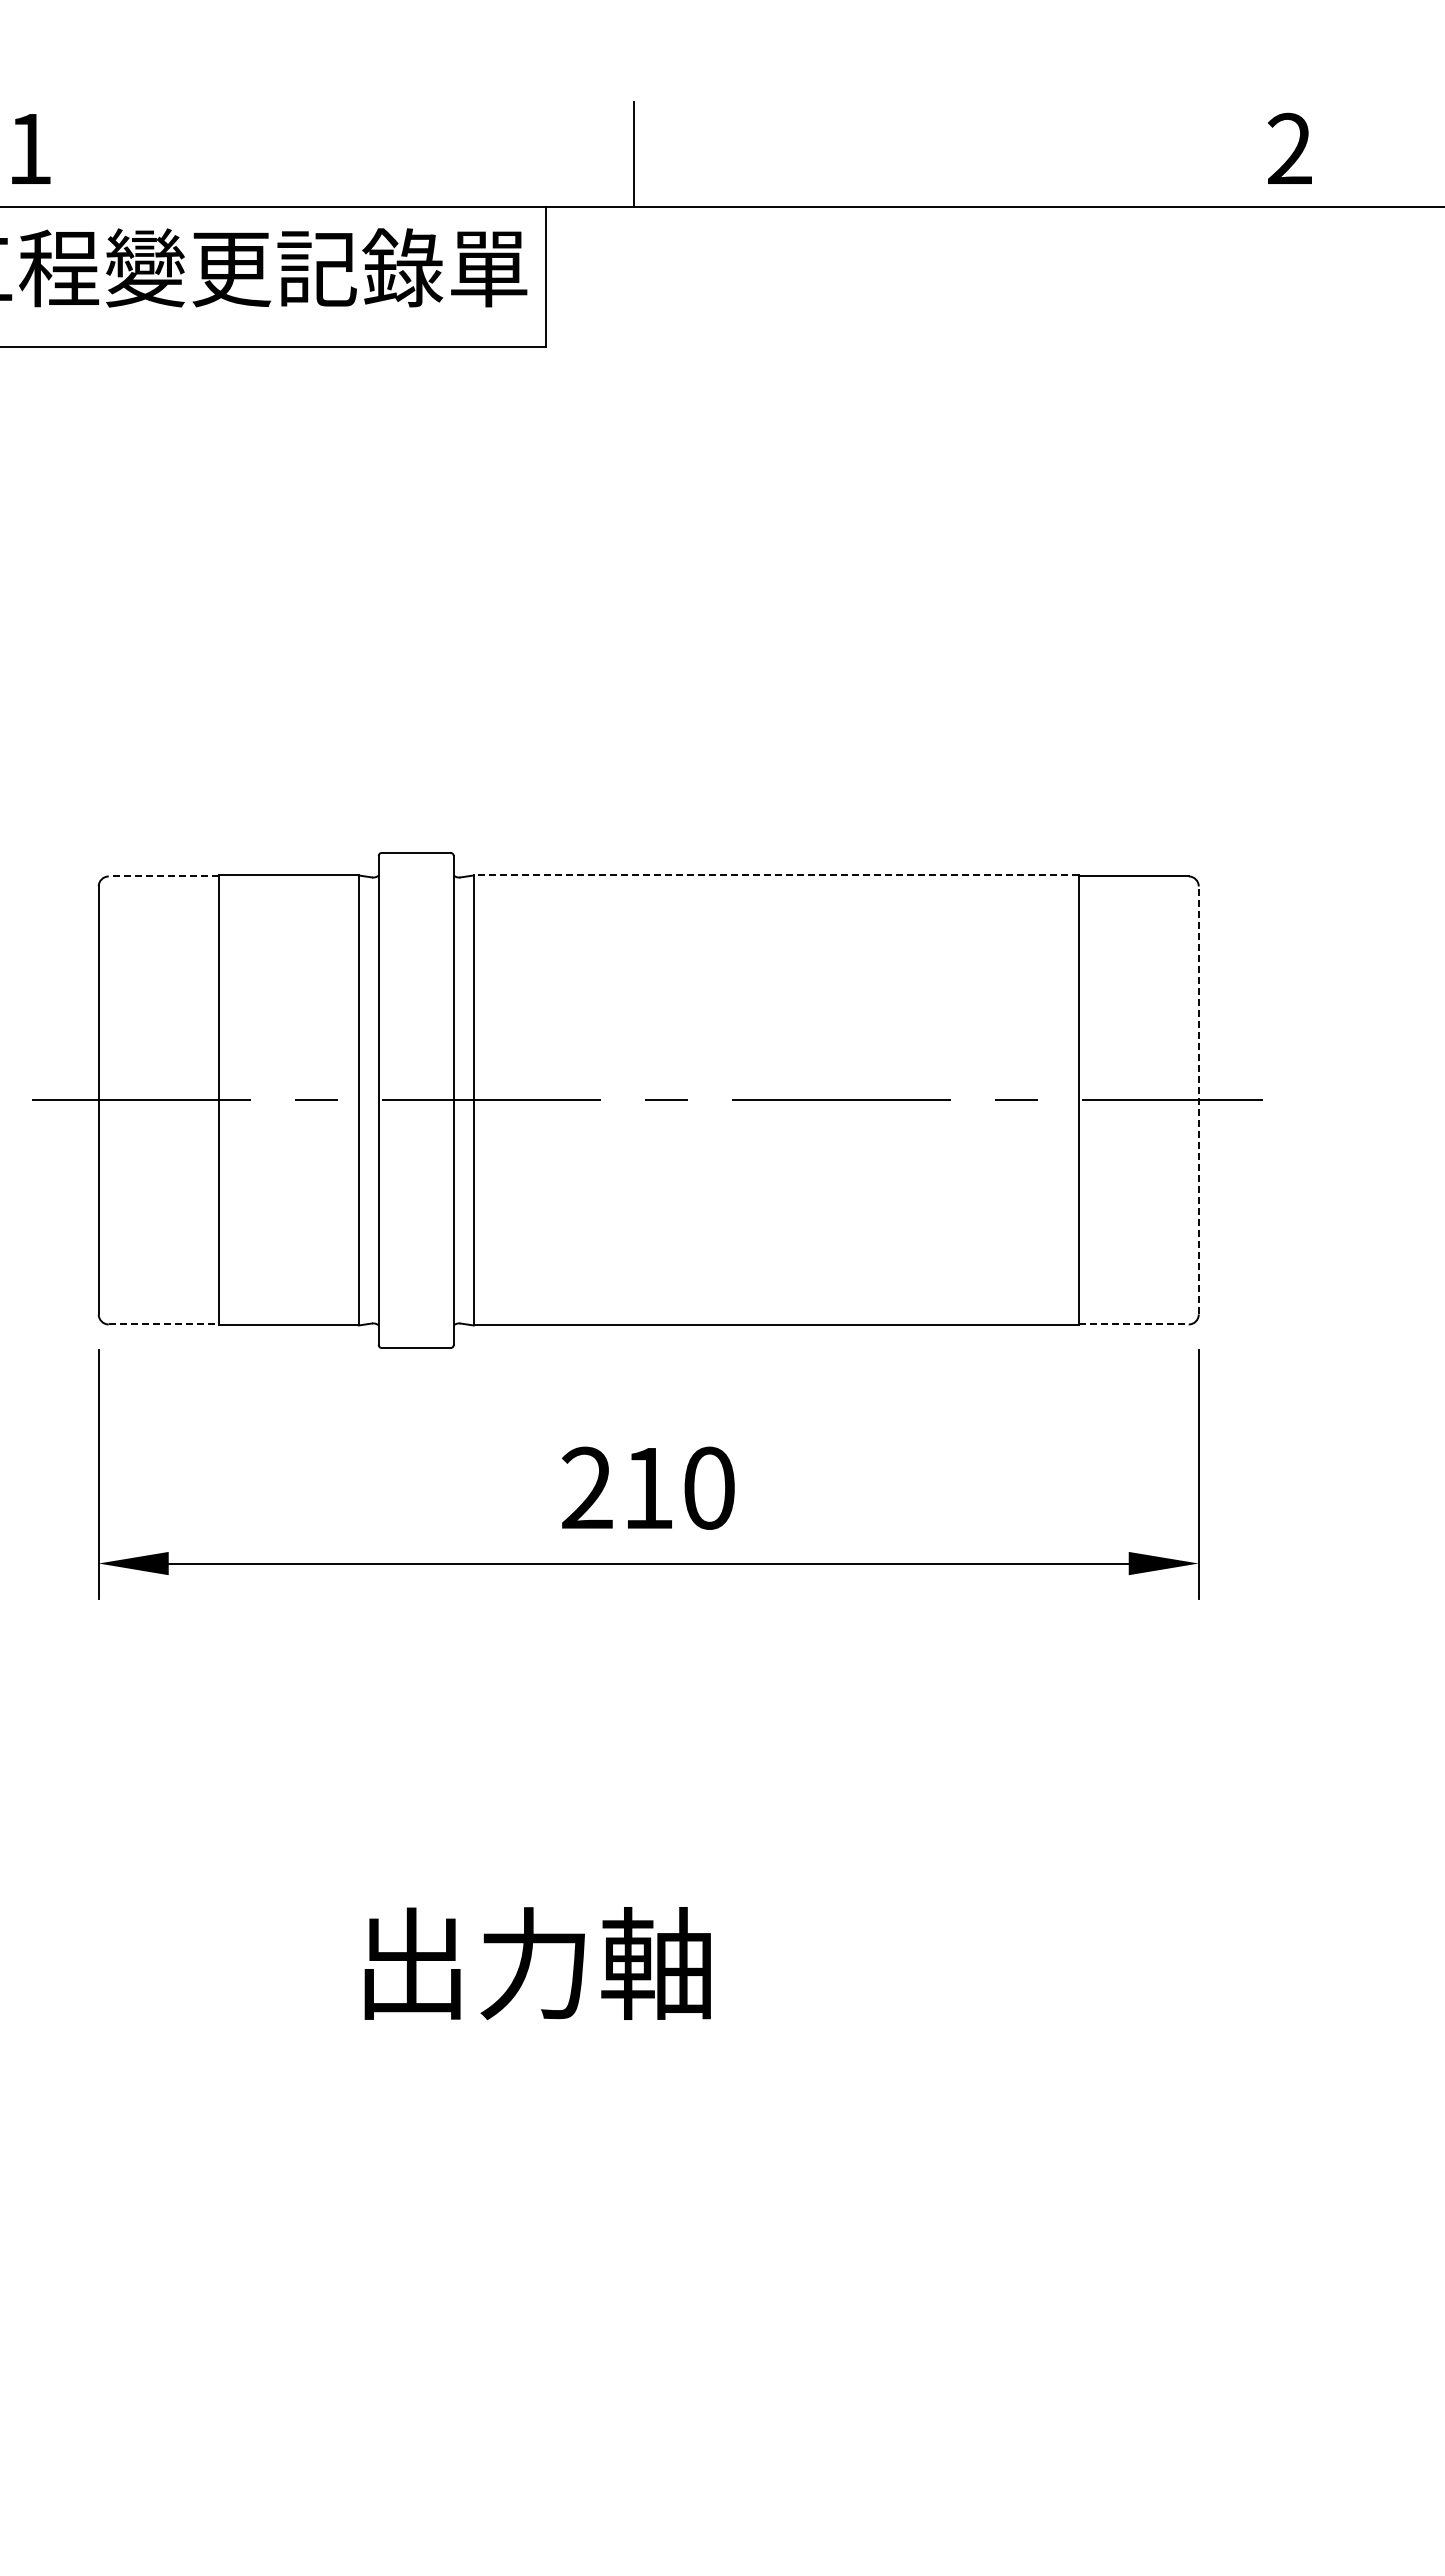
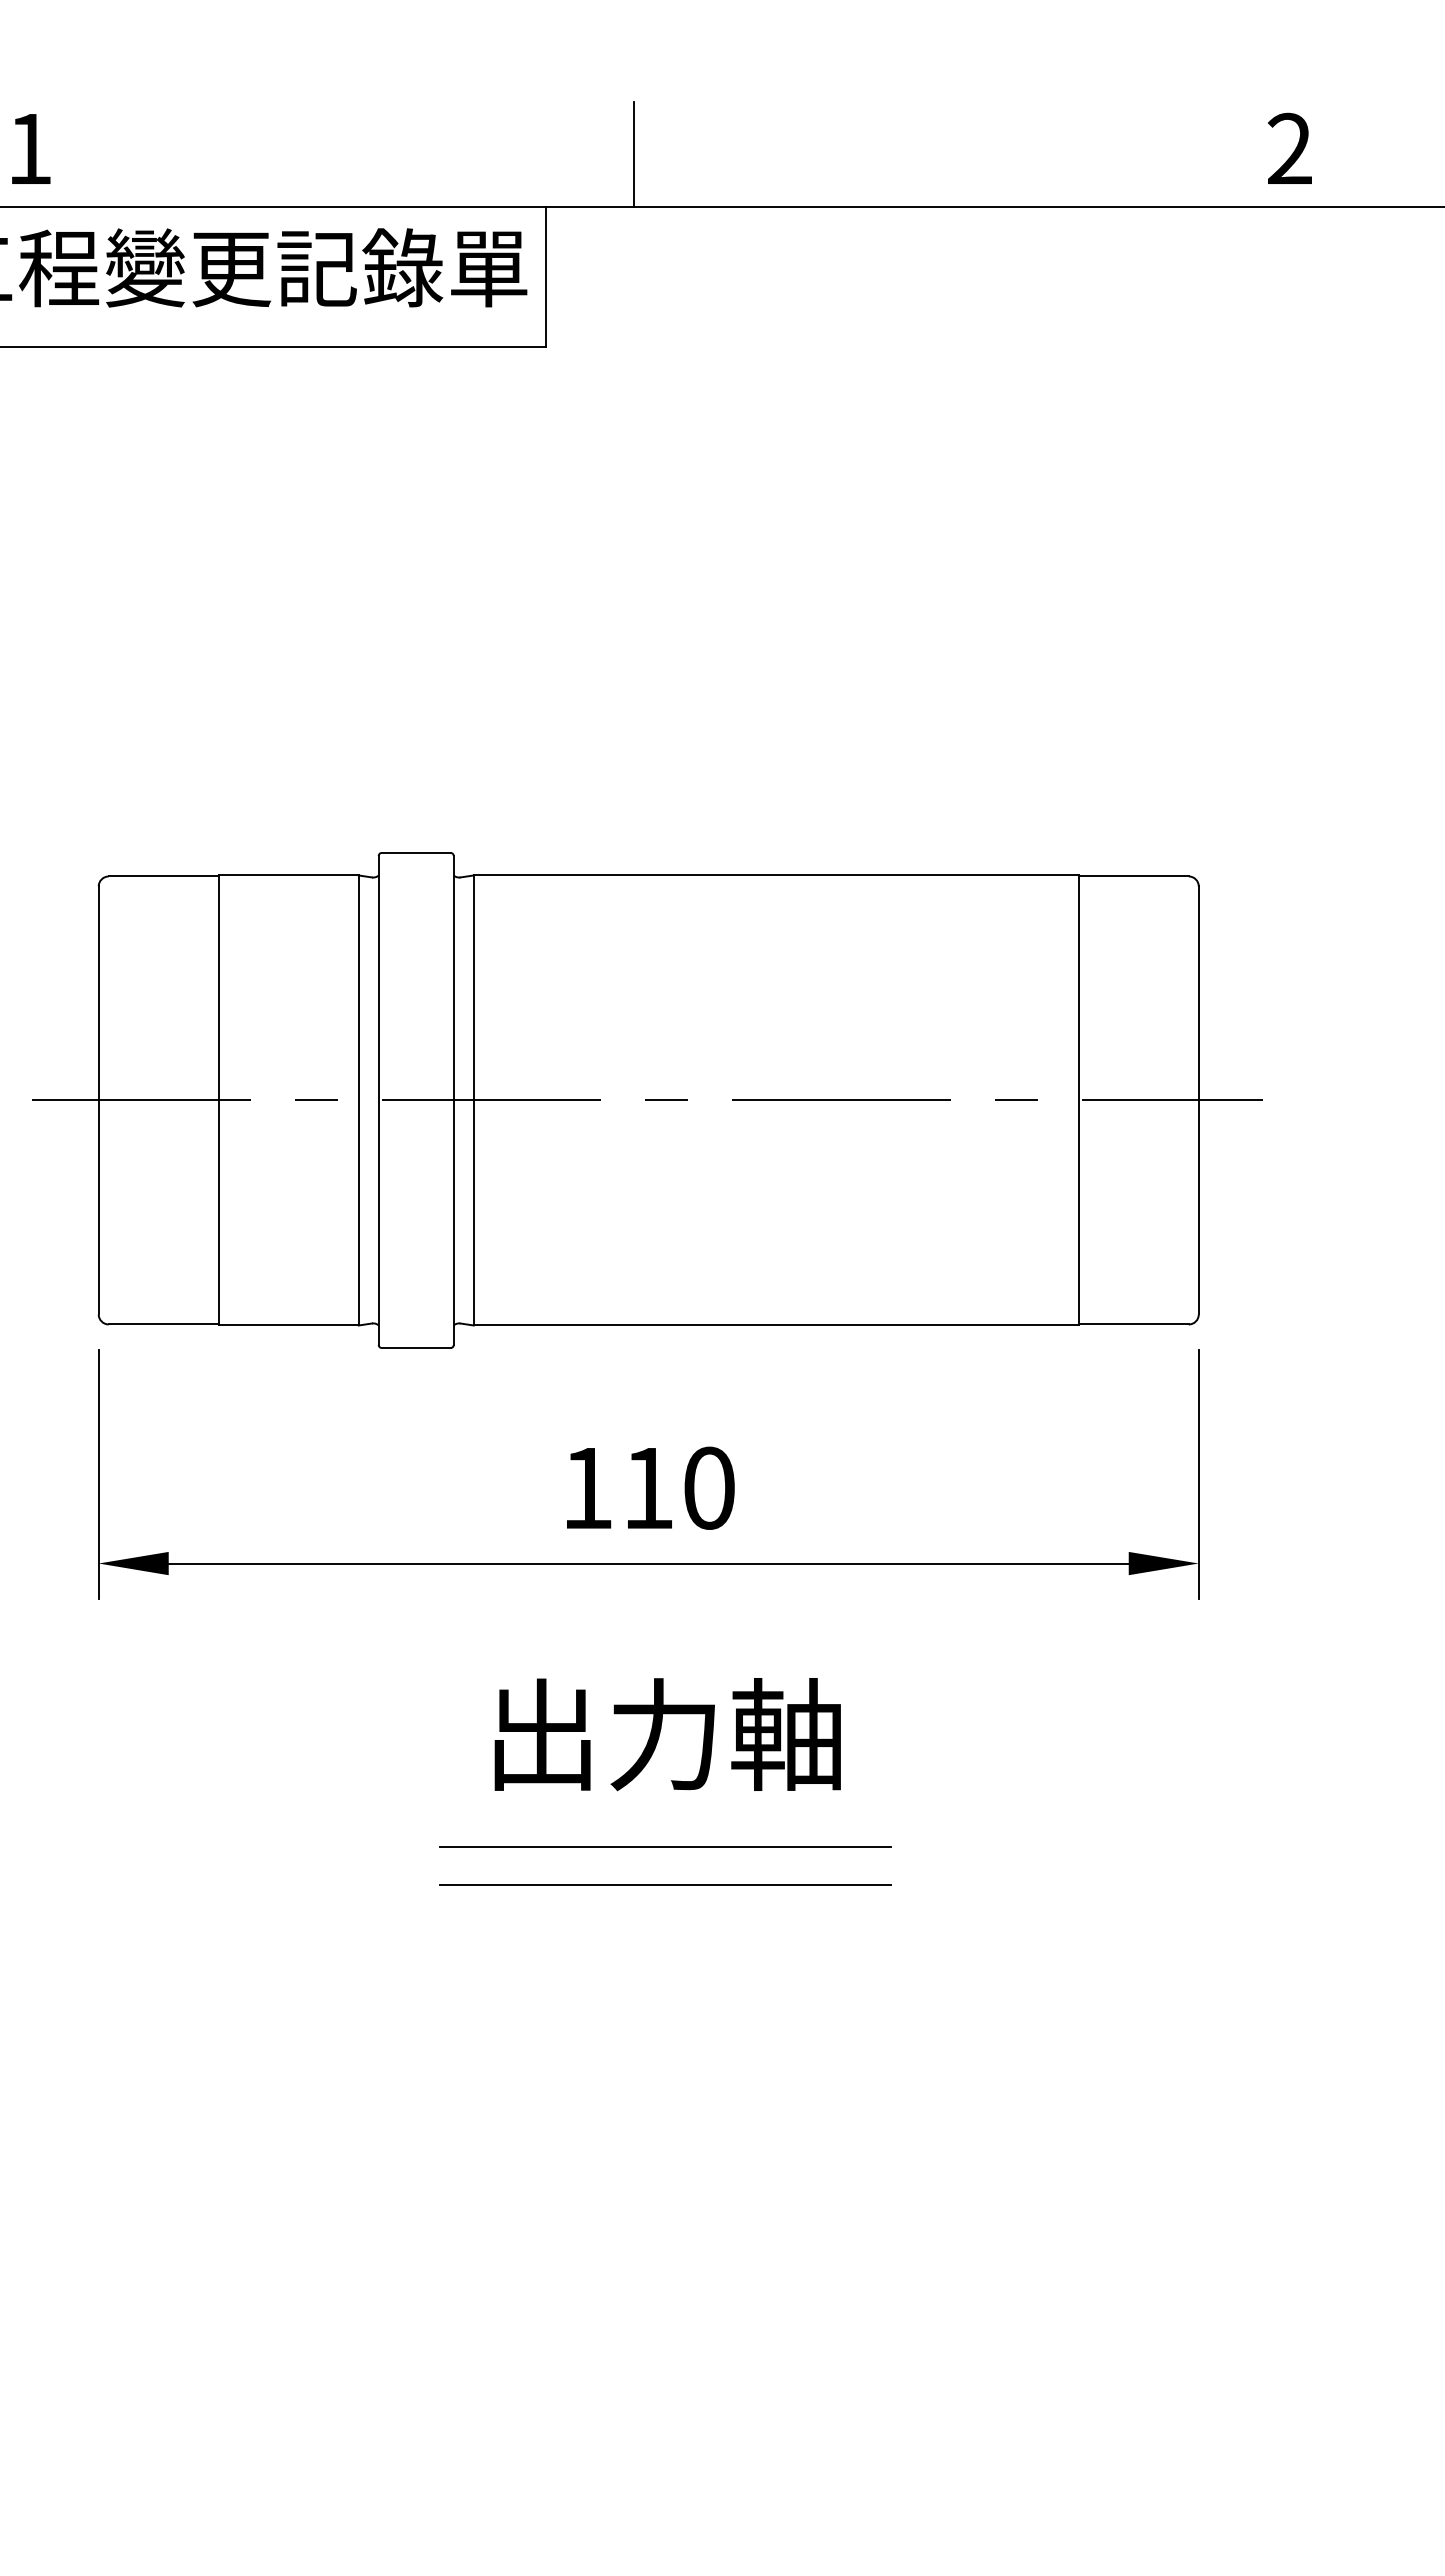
line at (776, 875): dashed -> solid
line at (163, 876): dashed -> solid
line at (1198, 1099): dashed -> solid
line at (164, 1324): dashed -> solid
line at (1134, 1324): dashed -> solid
text at (587, 1487): 210 -> 110
line at (664, 1847): none -> present
line at (665, 1884): none -> present
text at (537, 1963) position: (537, 1963) -> (667, 1734)
